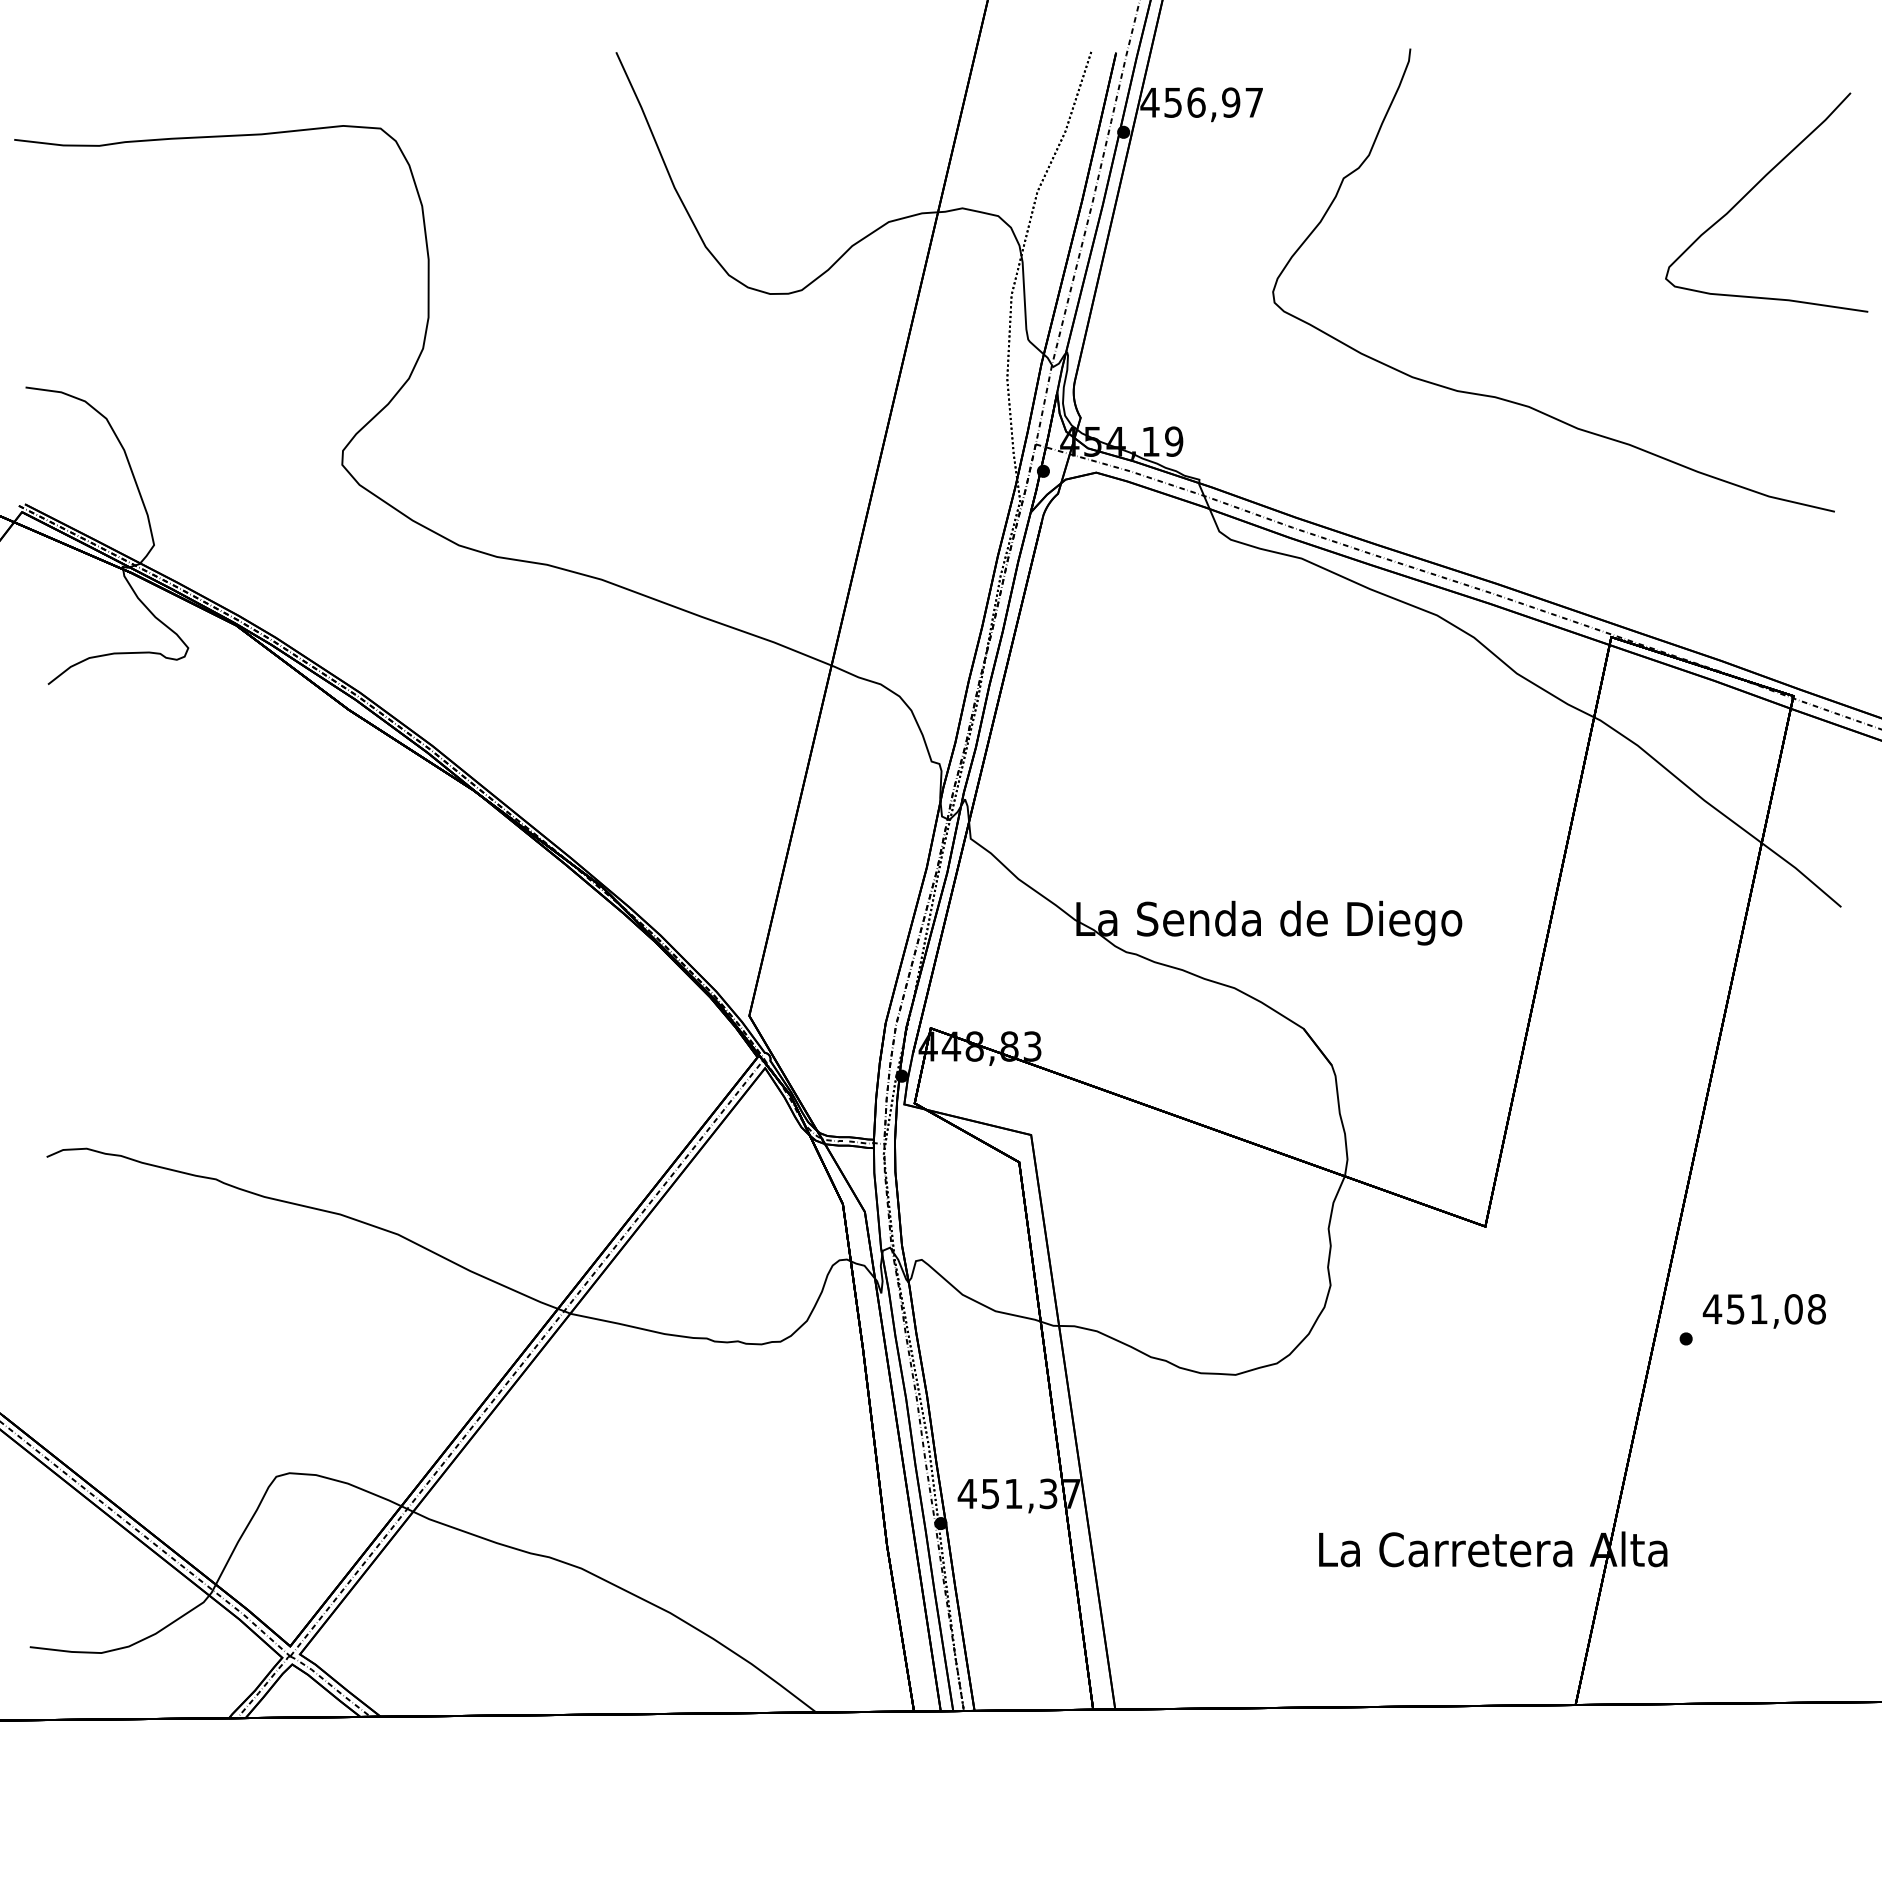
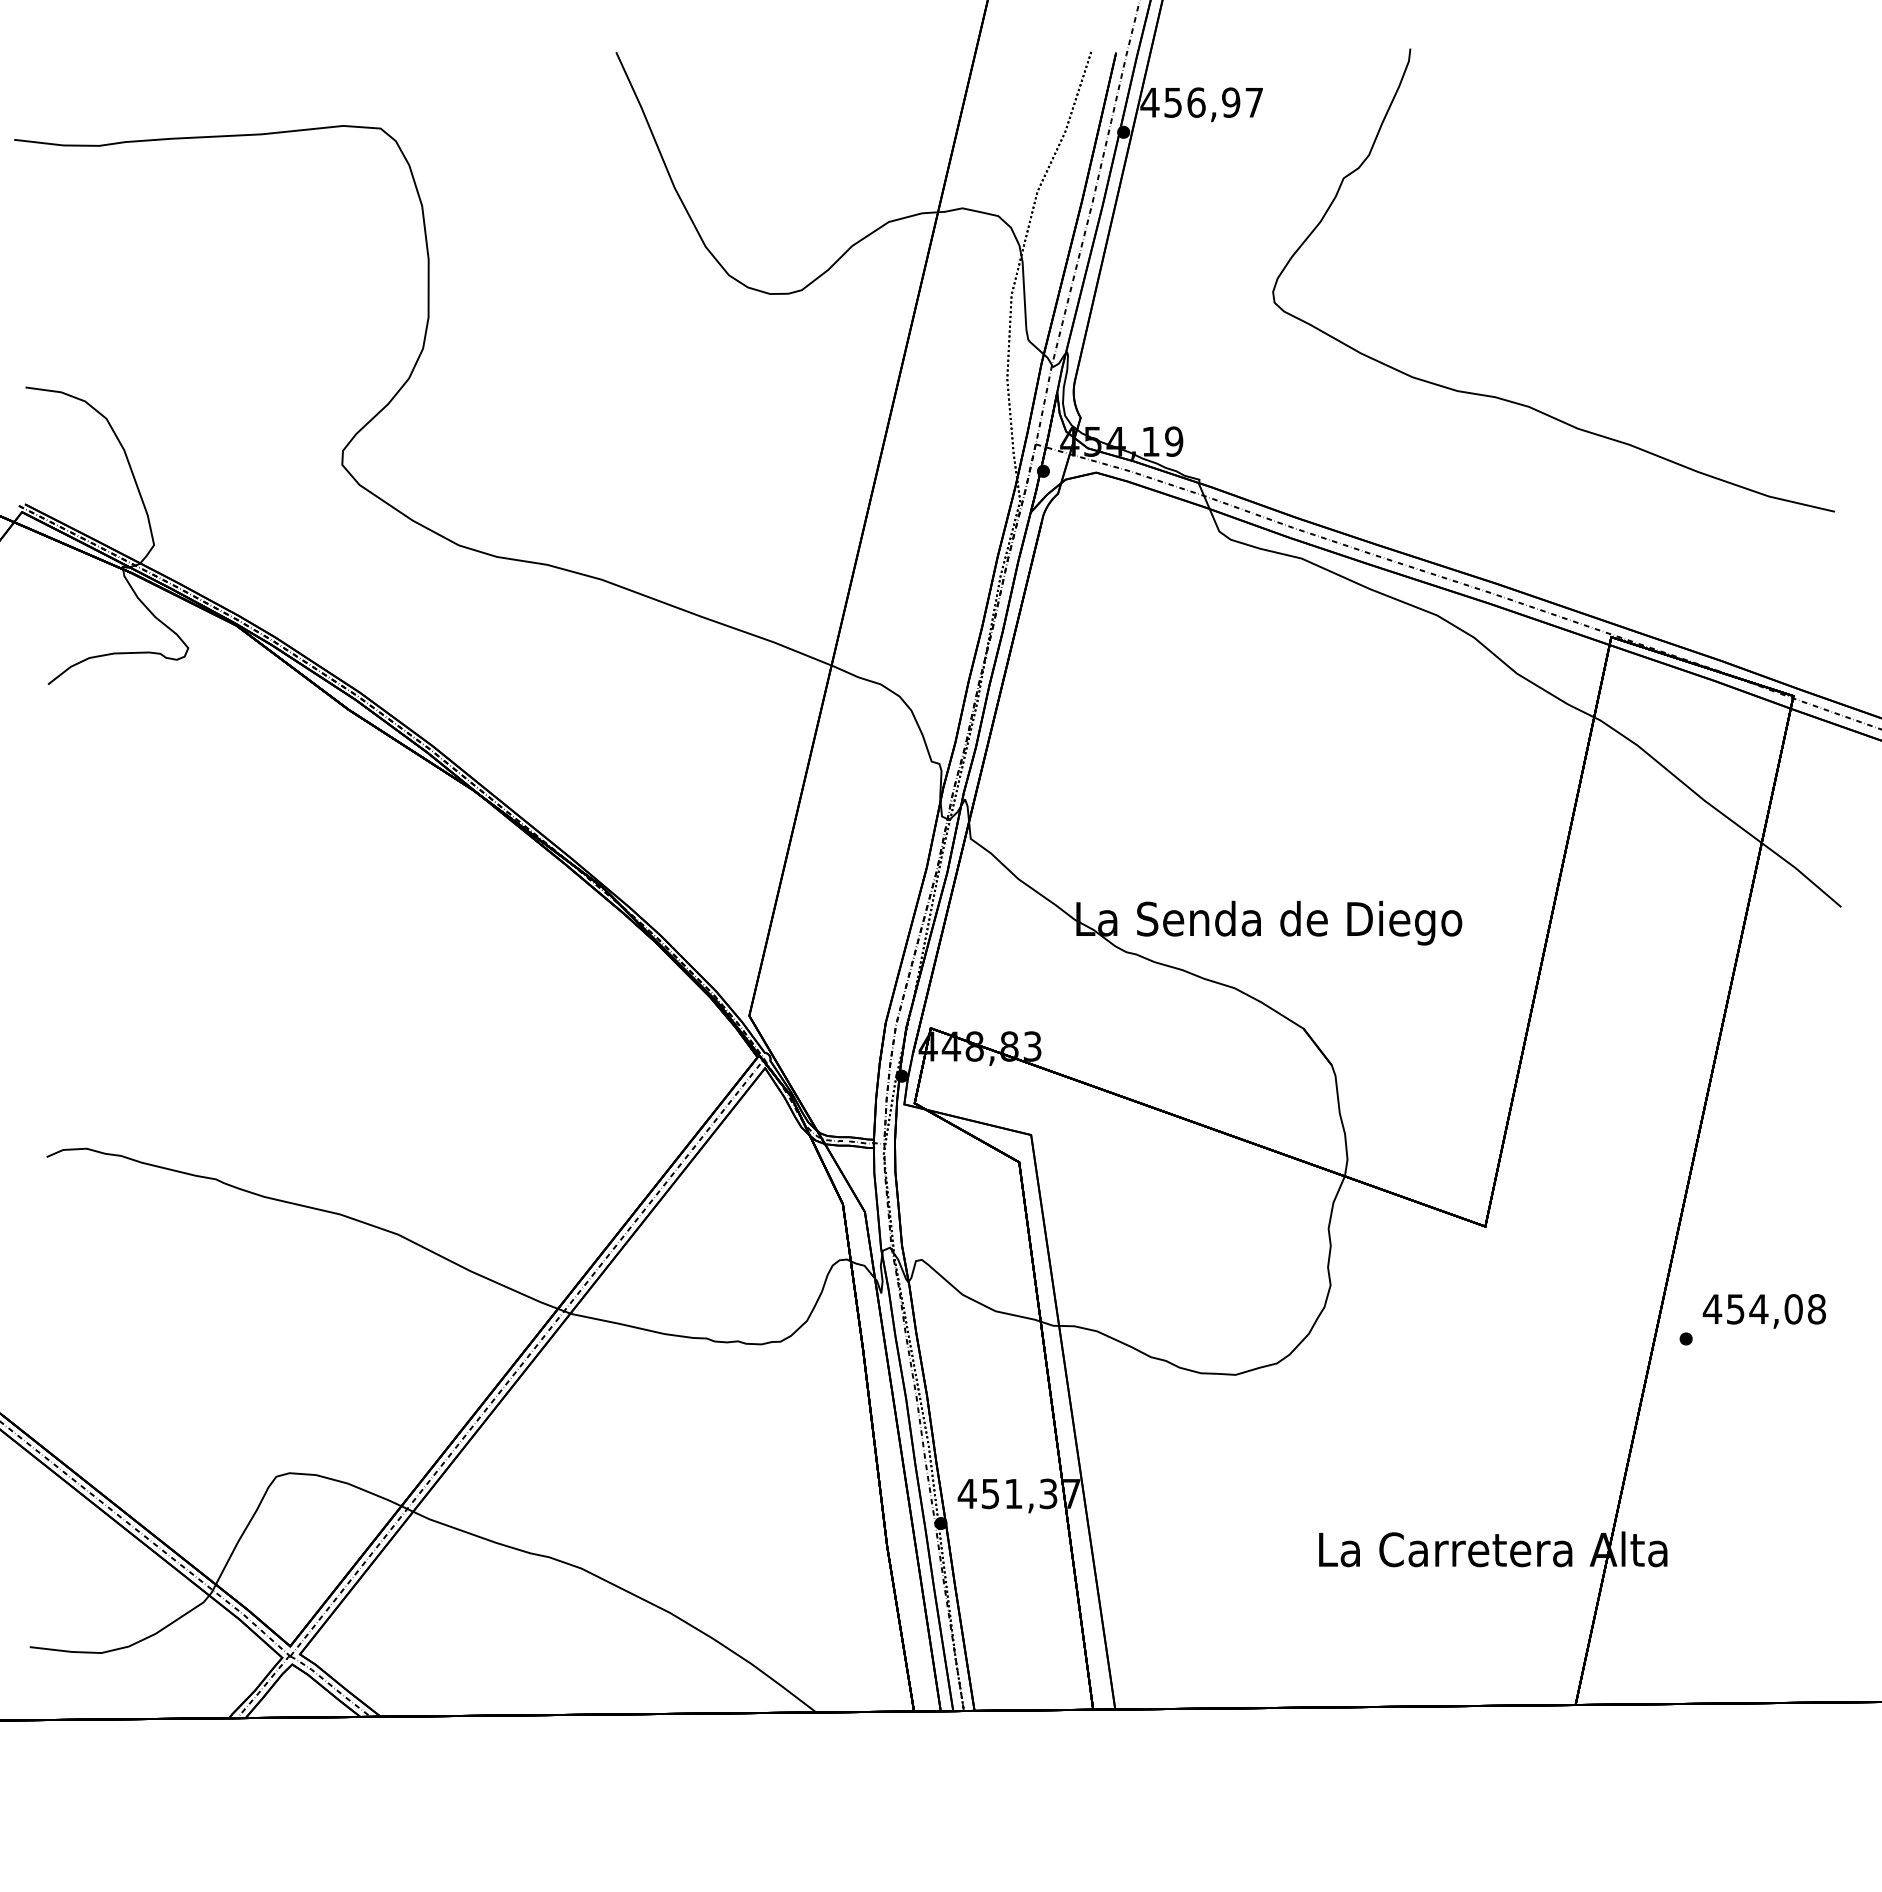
curve at (1753, 188): present -> none
text at (1758, 1308): 451,08 -> 454,08
